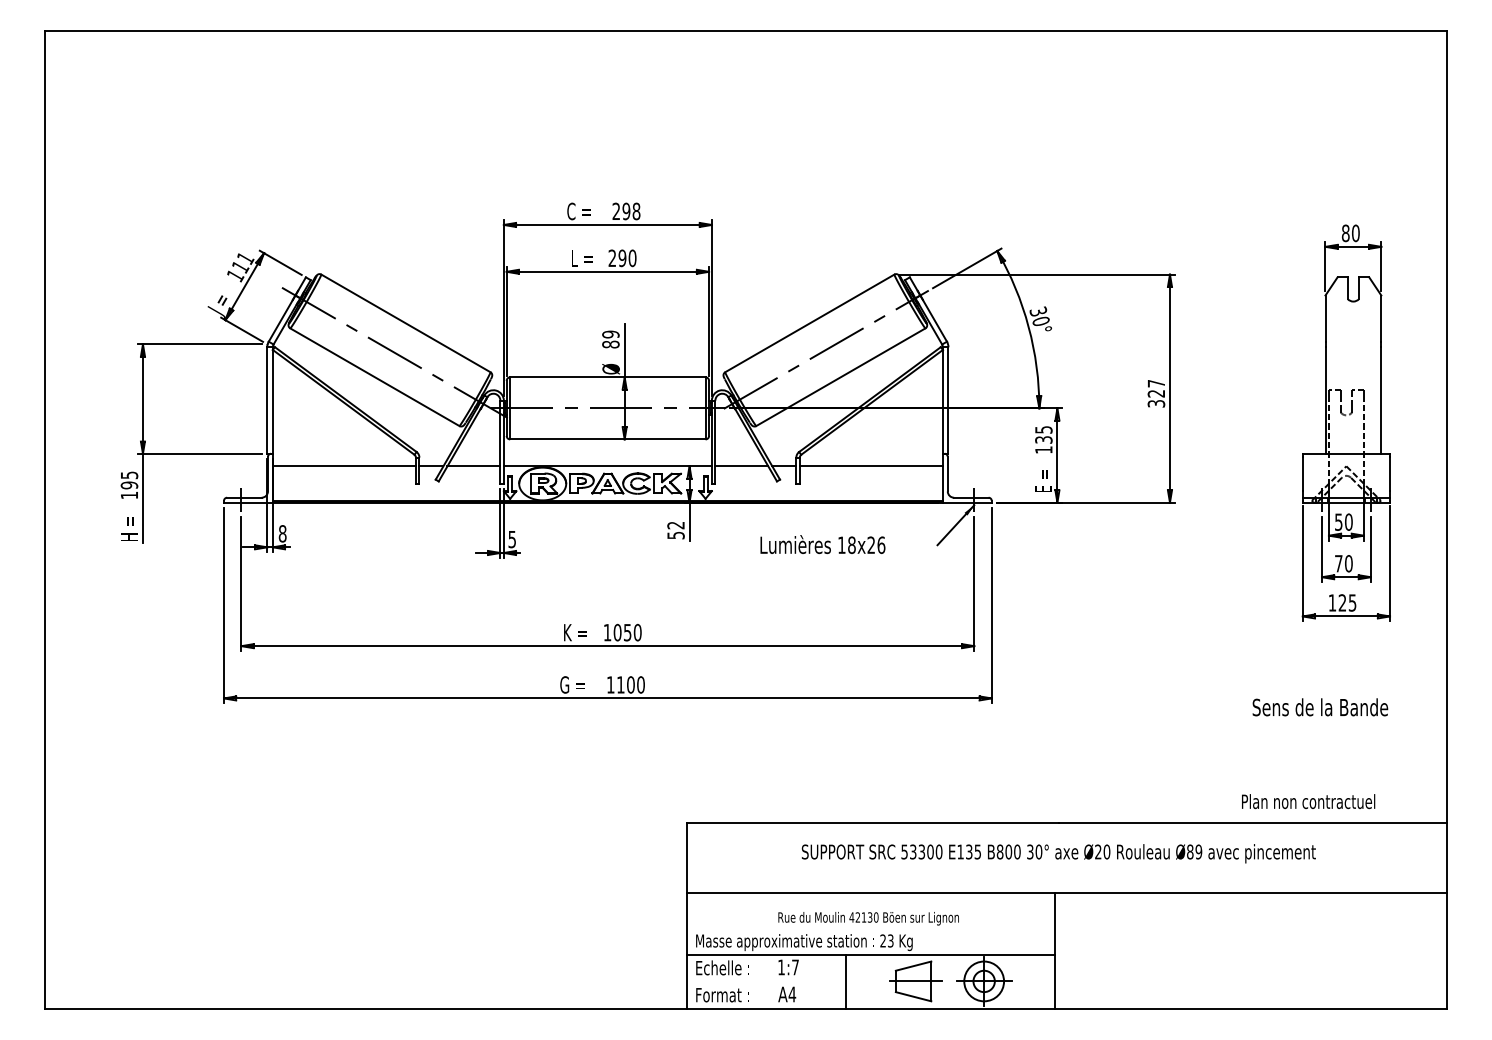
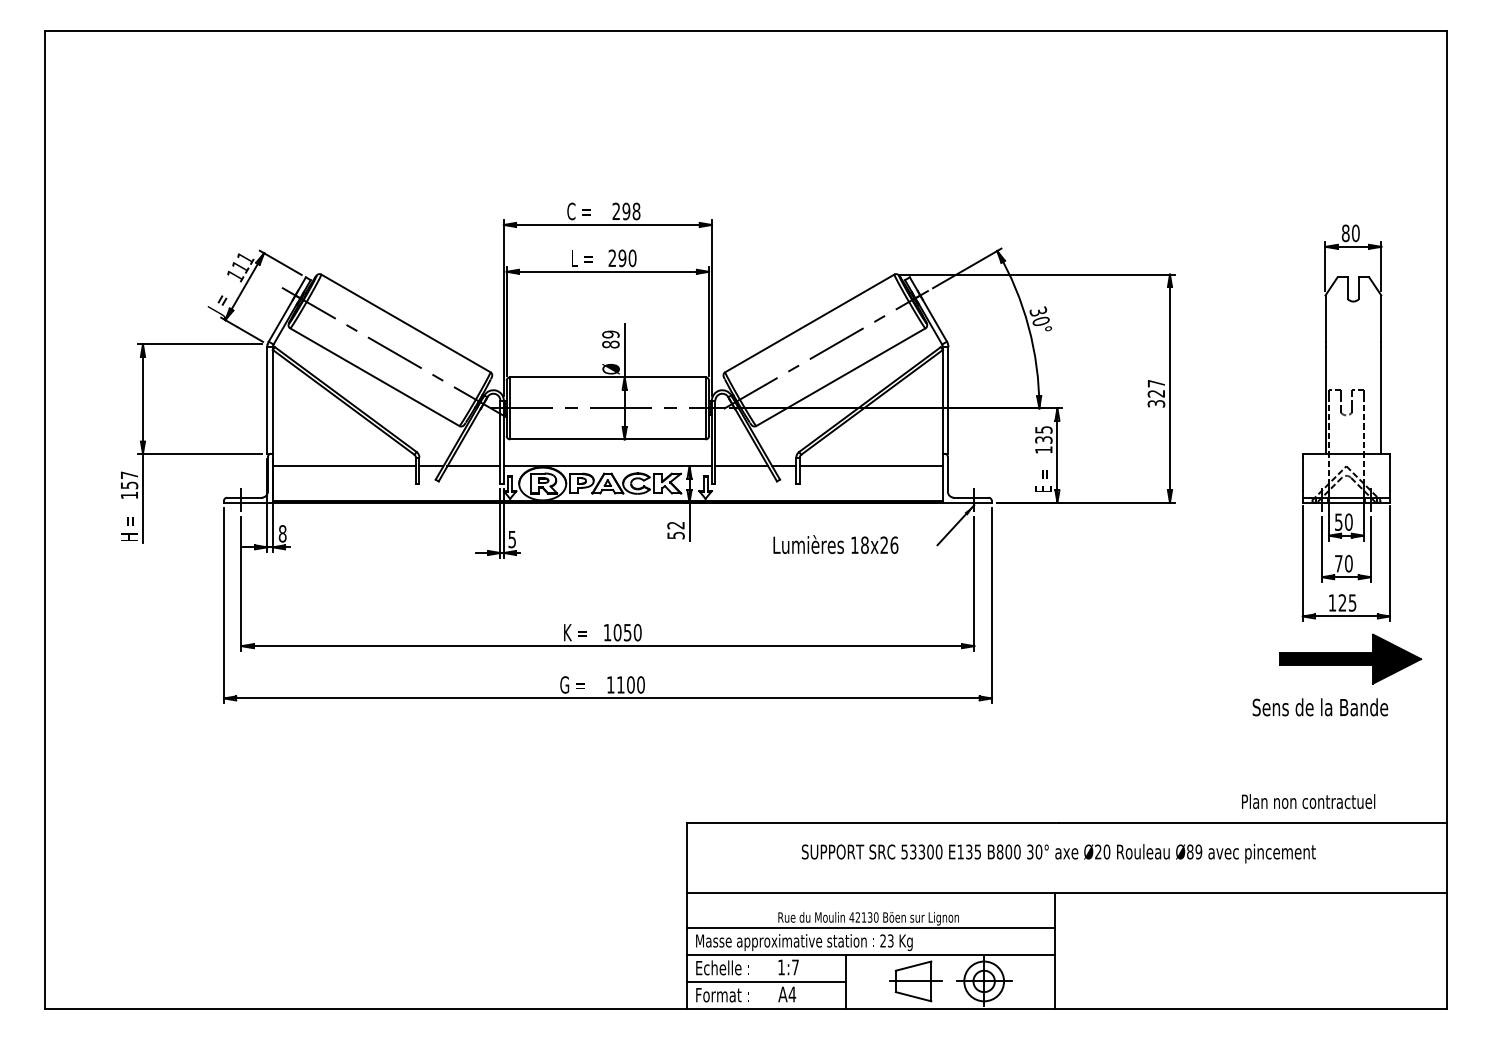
text at (129, 480): 195 -> 157
text at (822, 544) position: (822, 544) -> (835, 544)
part at (1350, 658): none -> present
line at (870, 928): none -> present
line at (766, 982): none -> present
